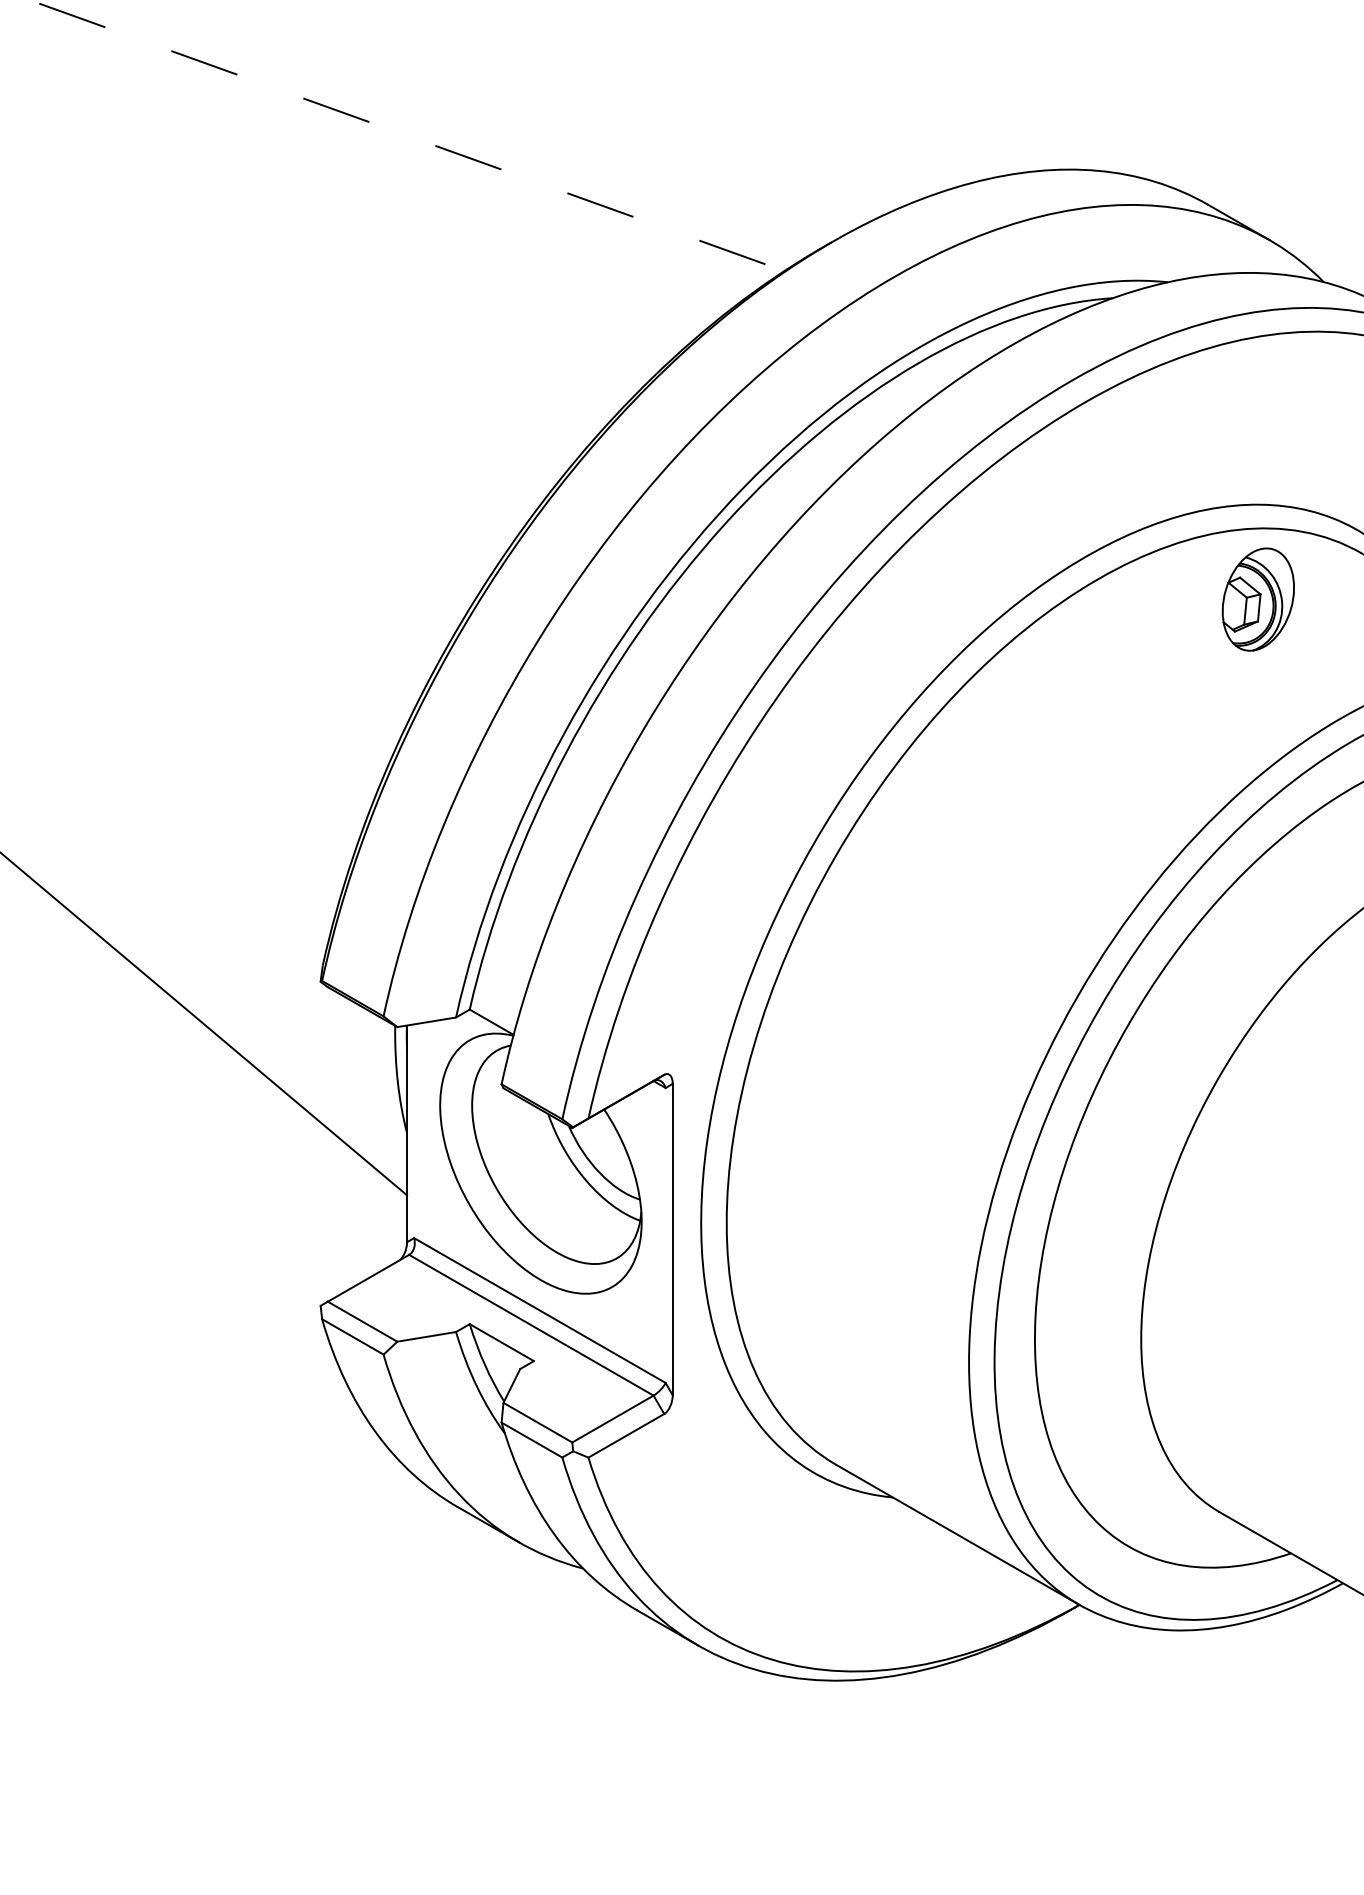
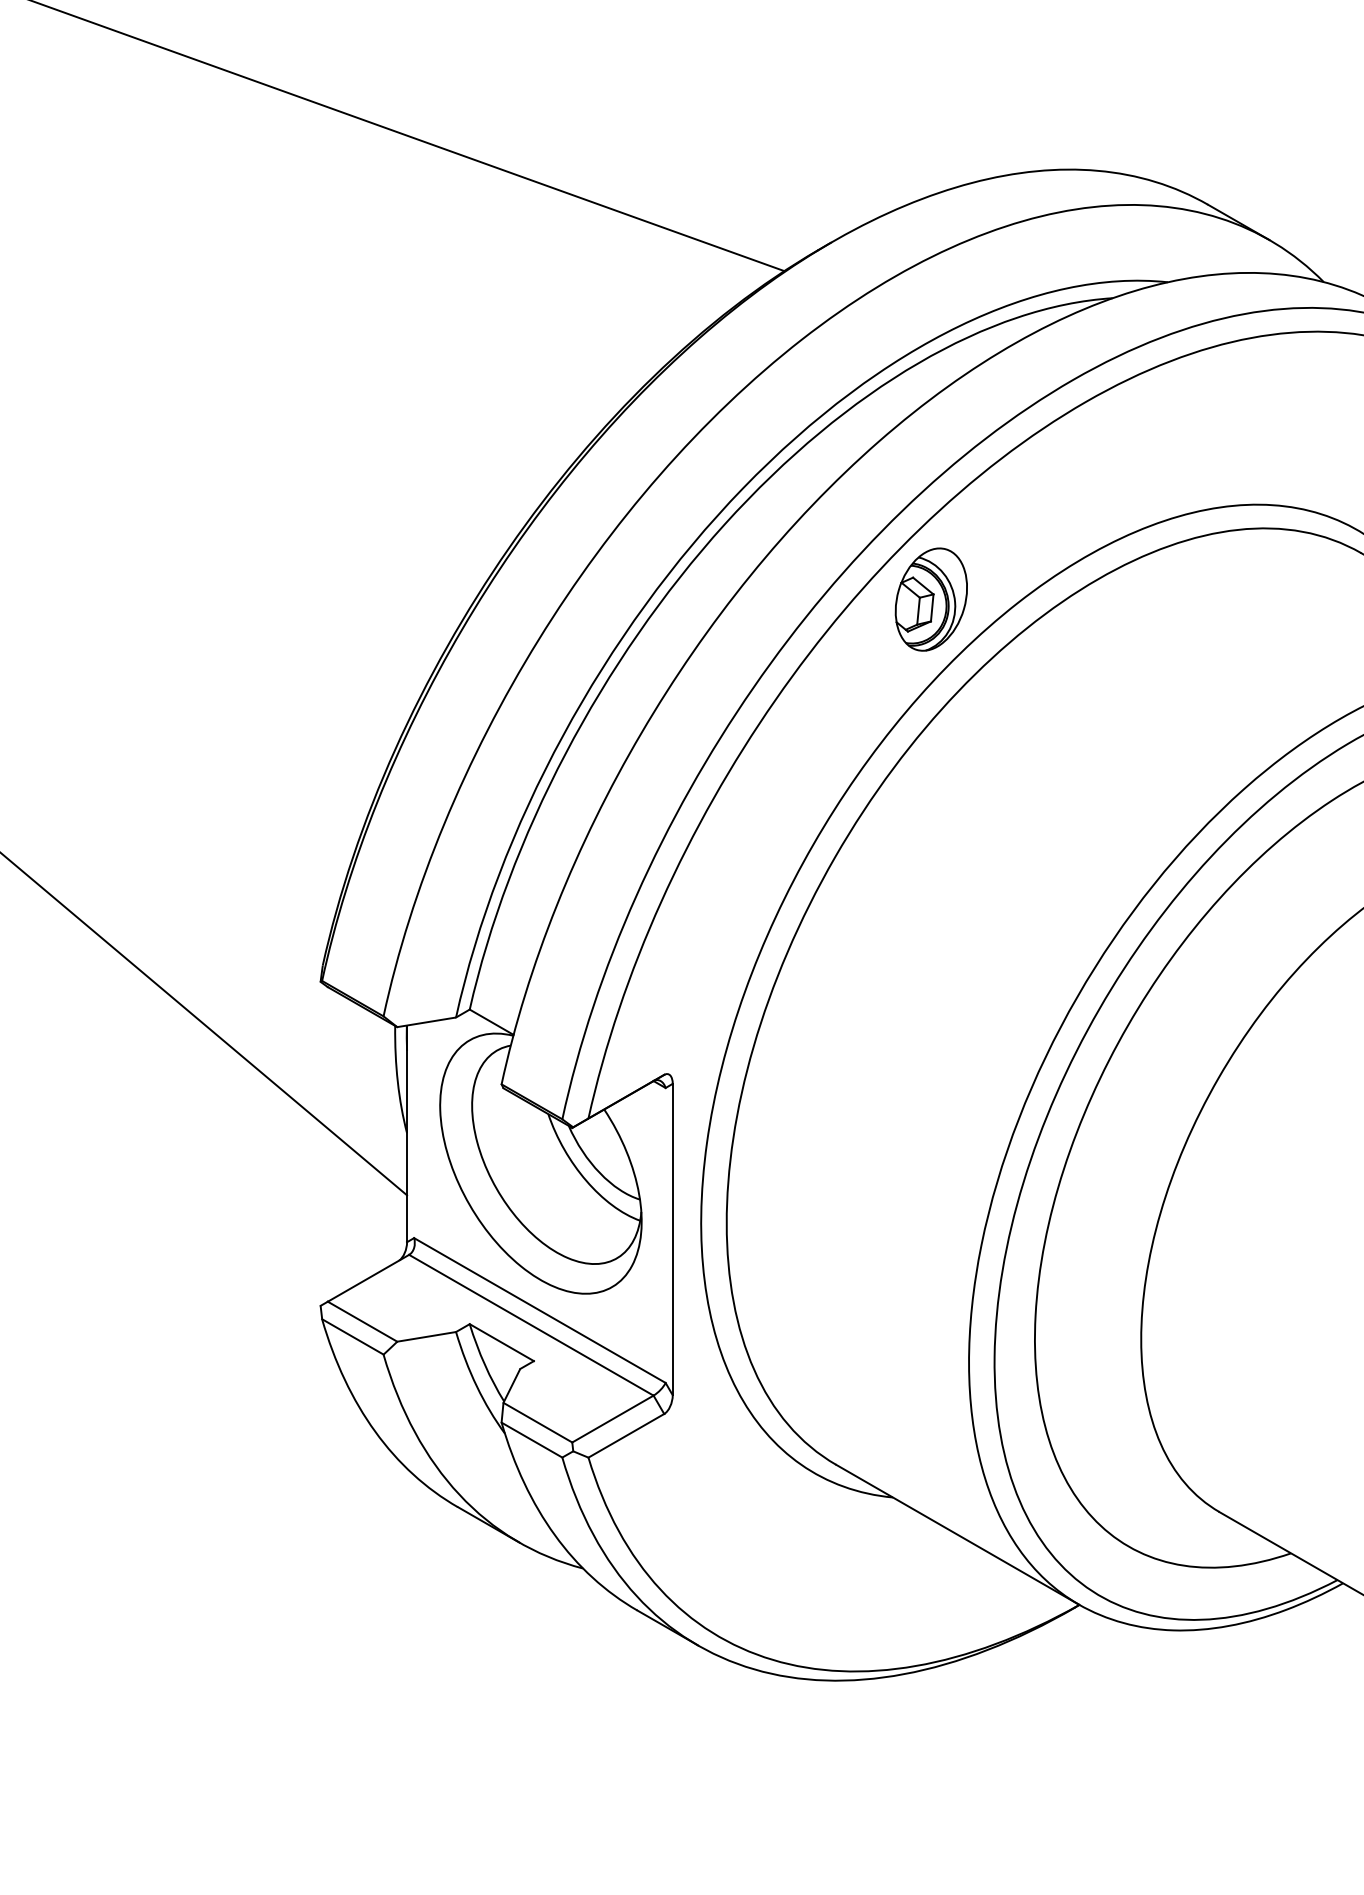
line at (407, 135): dashed -> solid
part at (1257, 599) position: (1257, 599) -> (930, 599)
